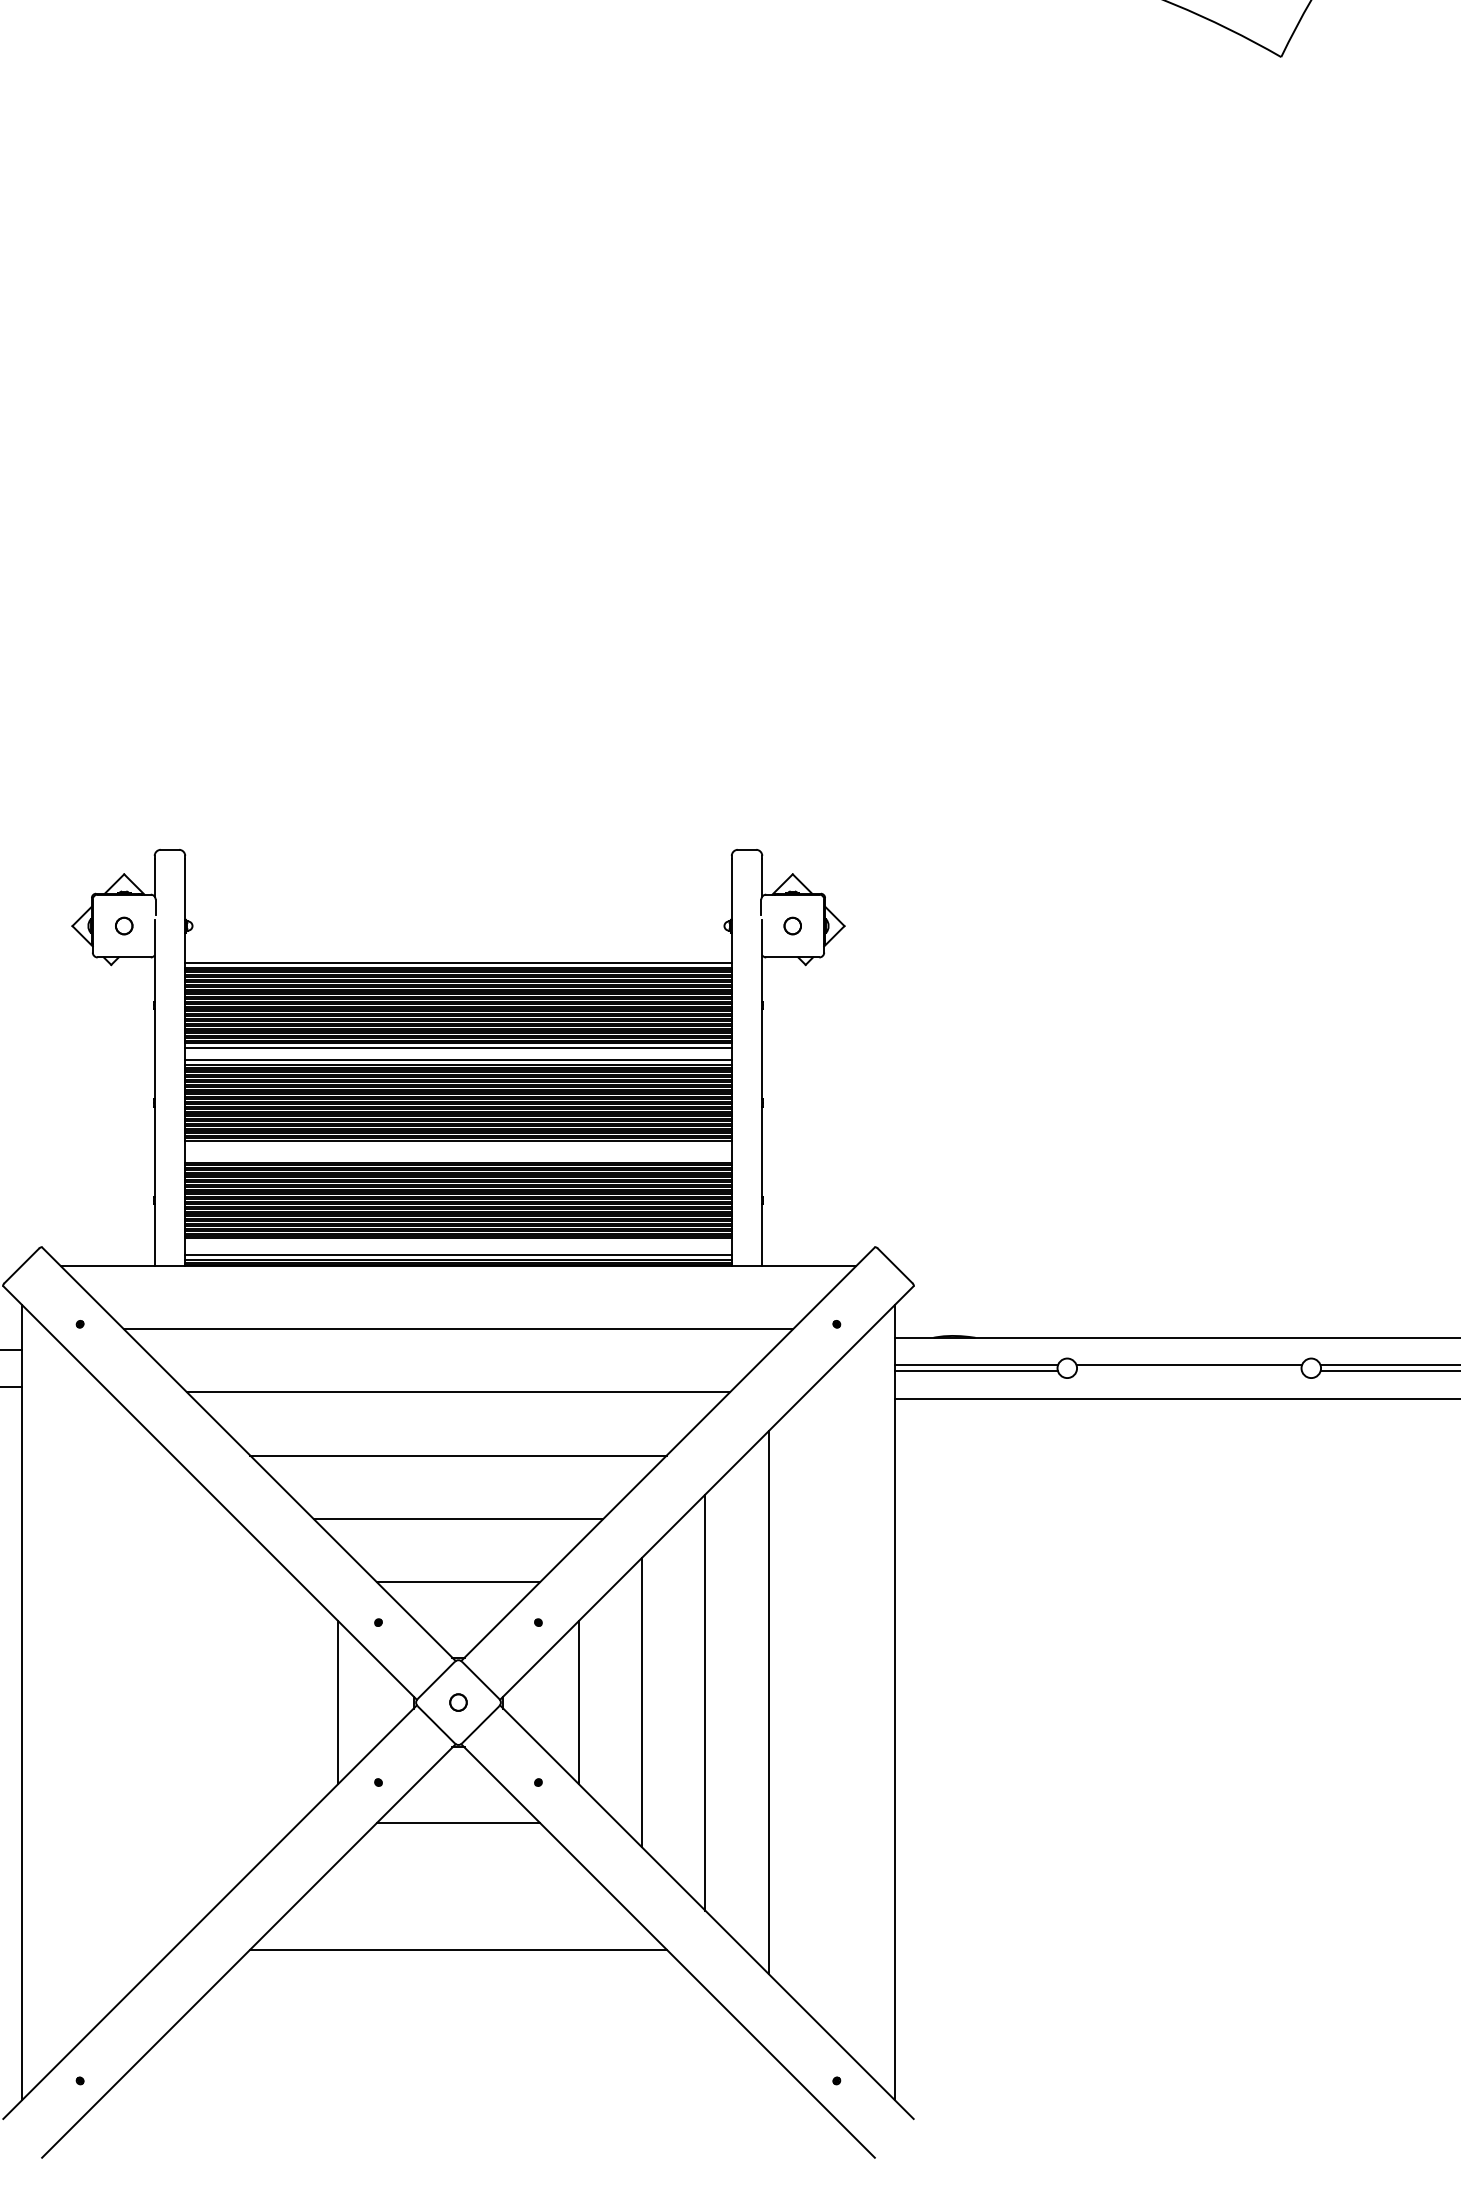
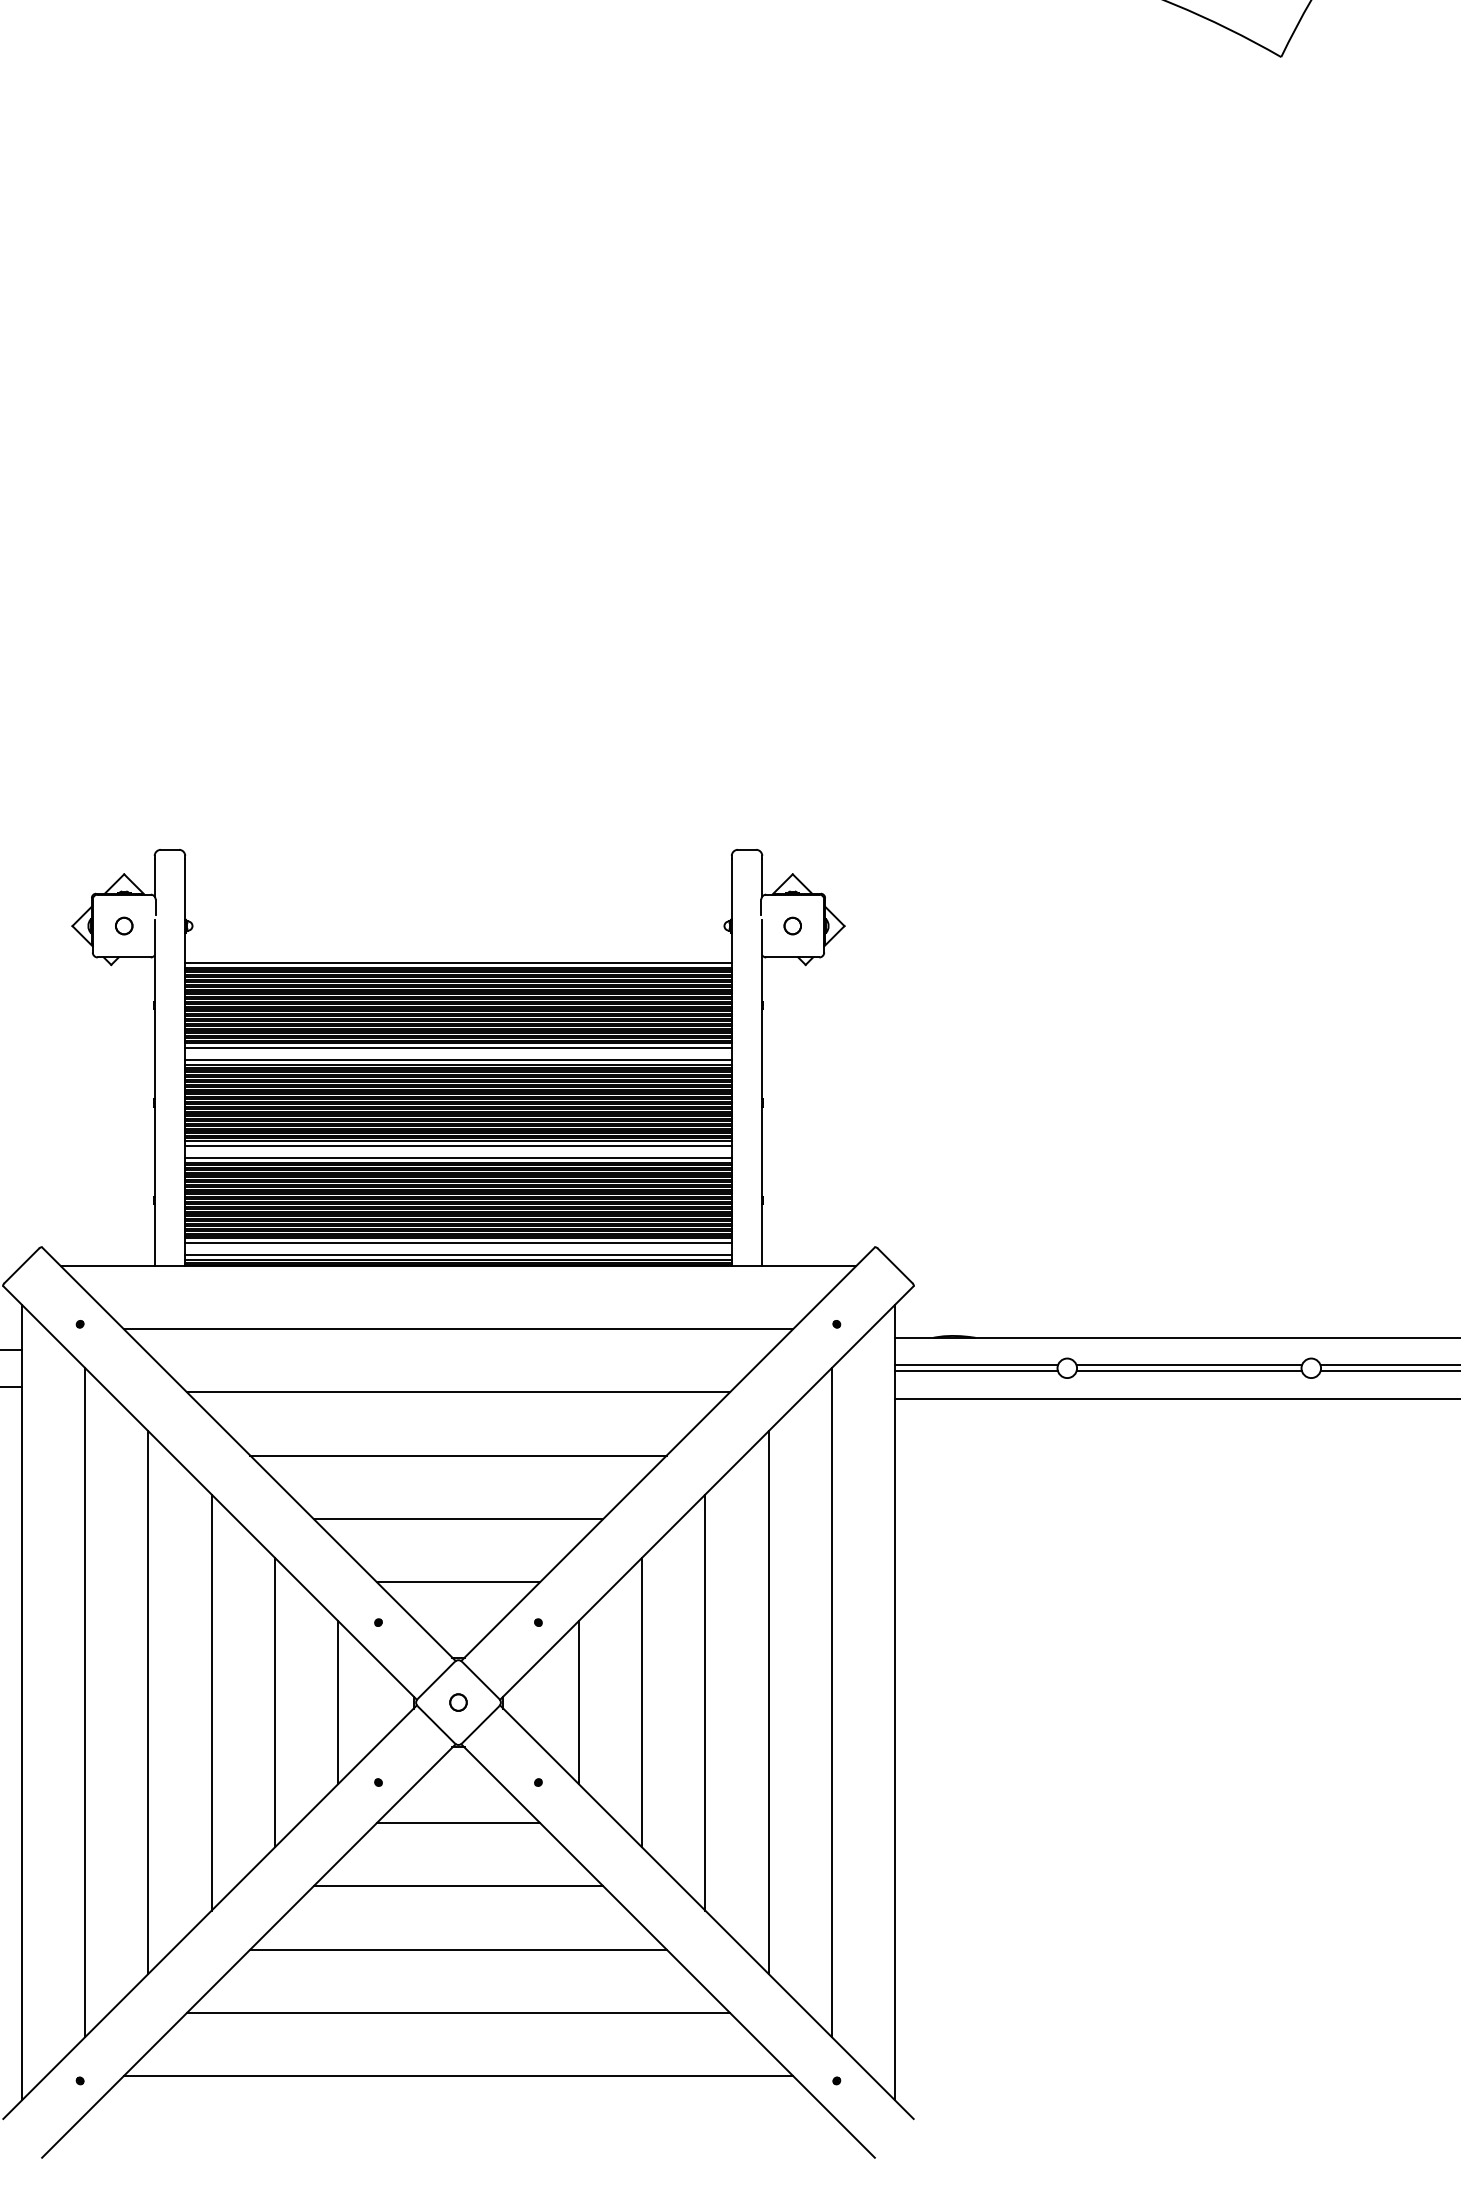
line at (458, 1145): none -> present
line at (458, 1157): none -> present
line at (458, 1243): none -> present
line at (1189, 1371): none -> present
line at (85, 1702): none -> present
line at (148, 1702): none -> present
line at (211, 1702): none -> present
line at (274, 1702): none -> present
line at (831, 1702): none -> present
line at (458, 1886): none -> present
line at (458, 2012): none -> present
line at (458, 2075): none -> present
